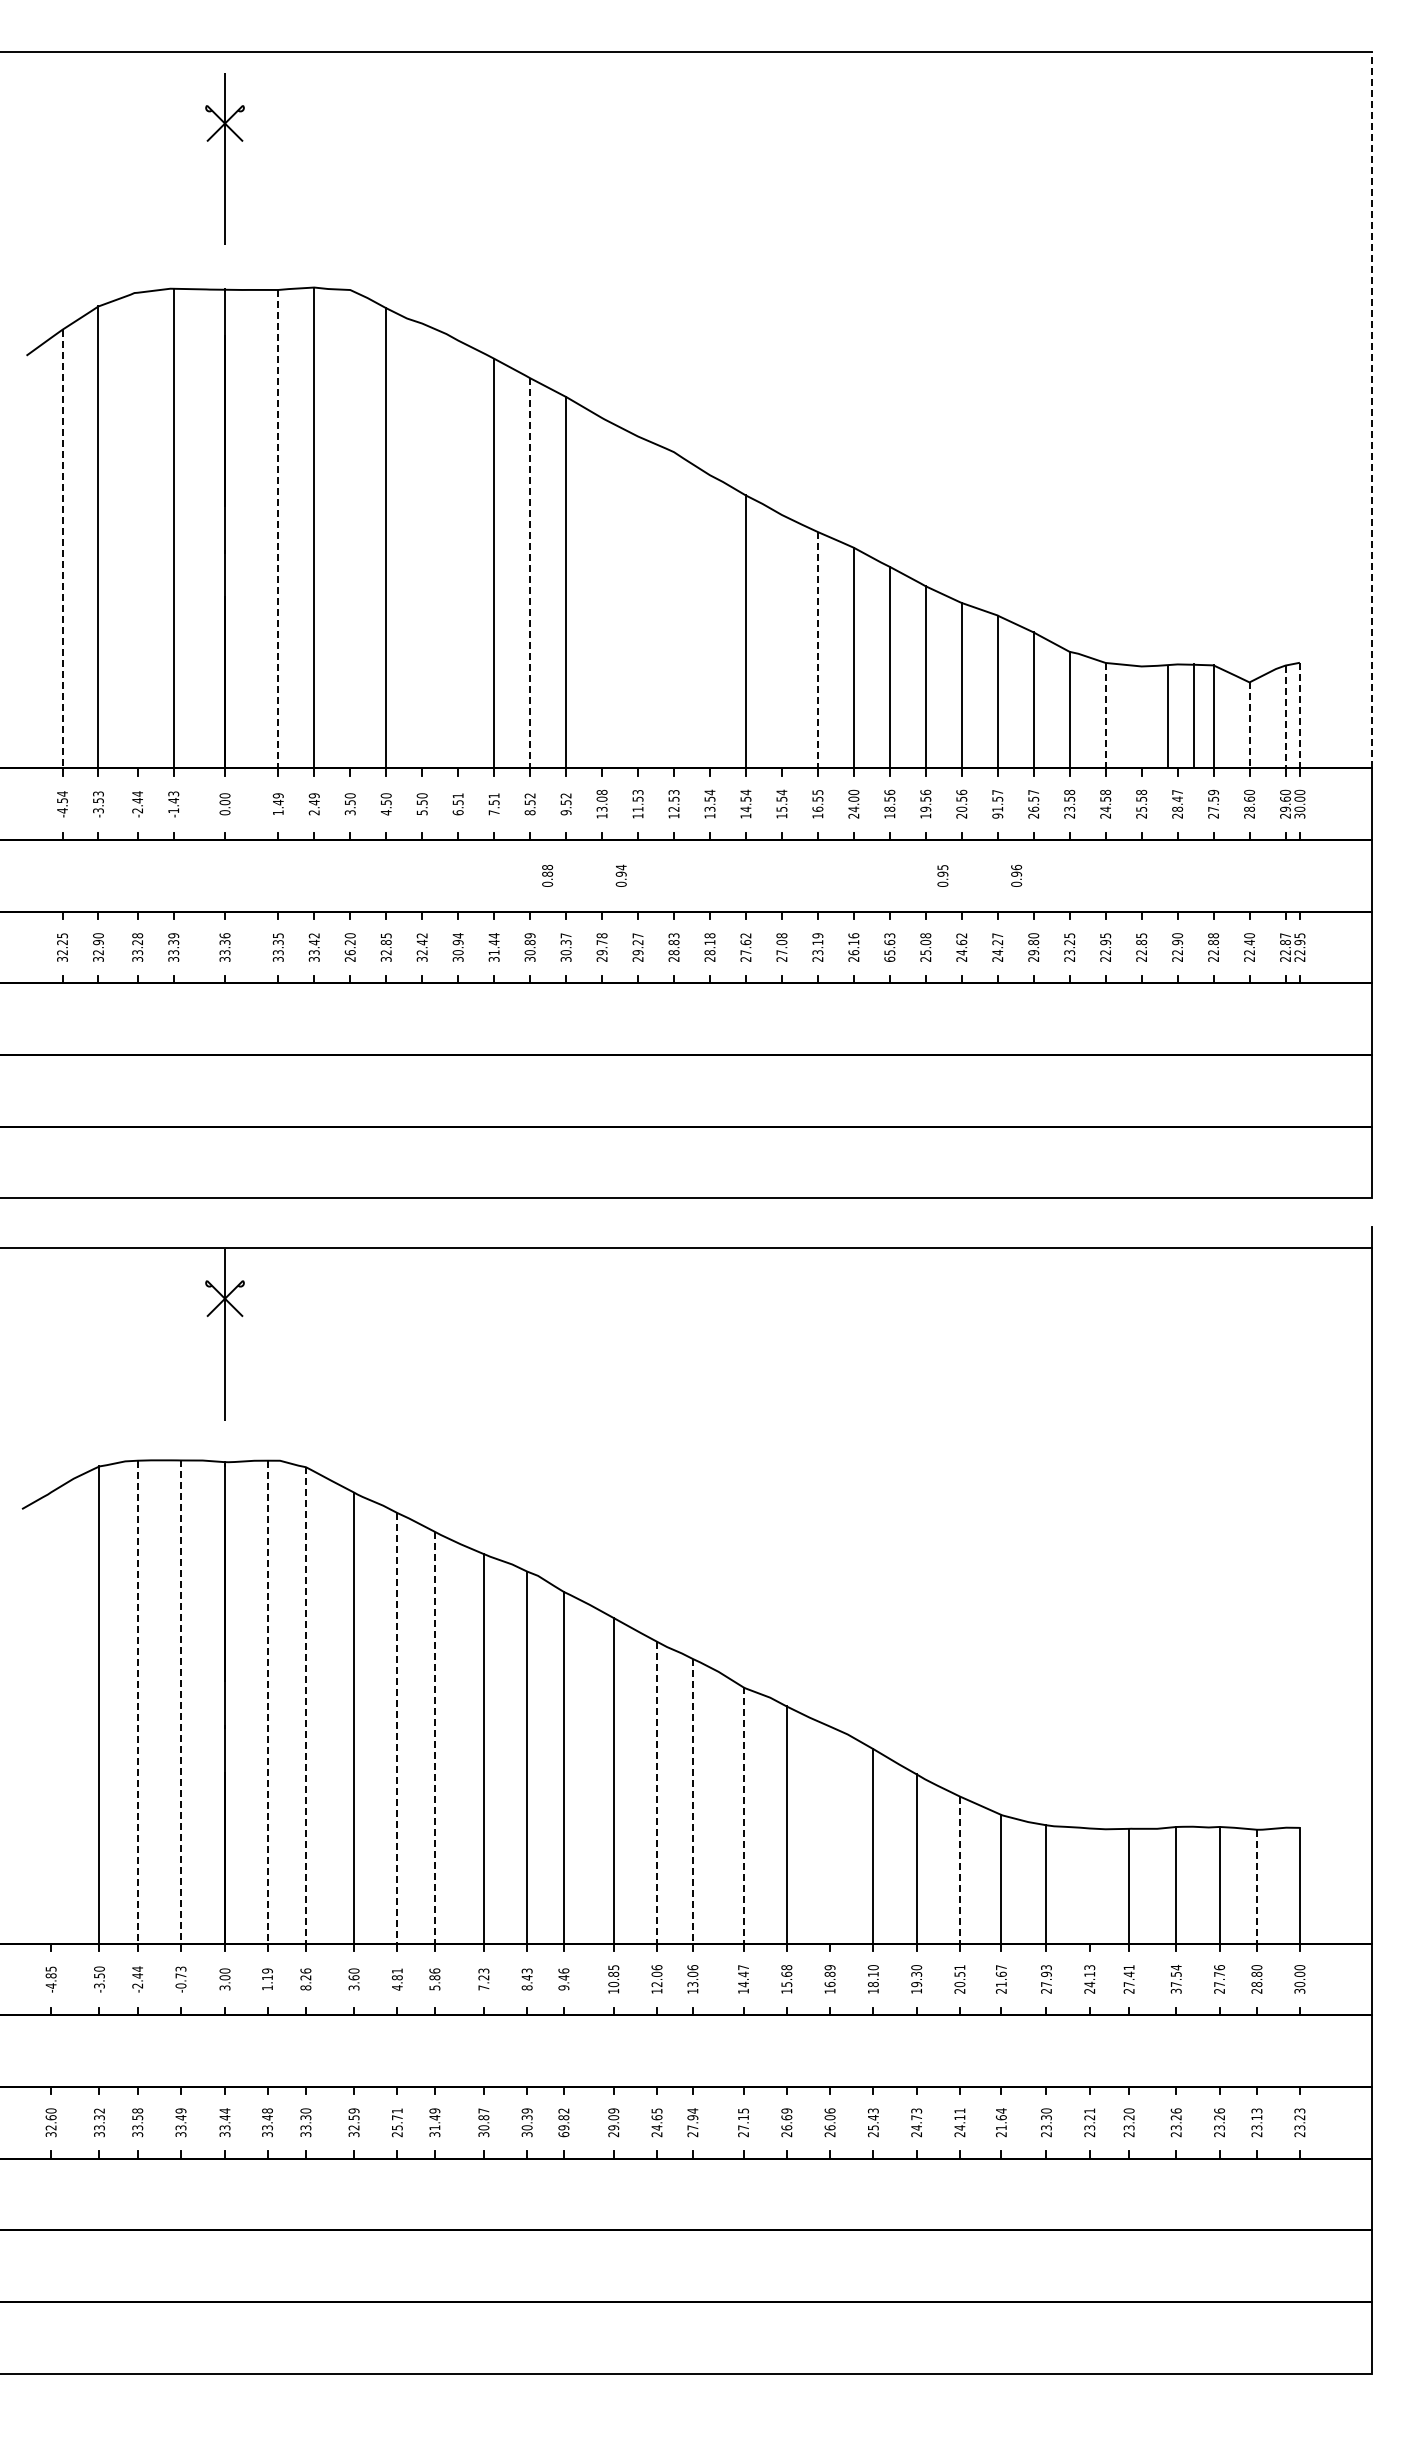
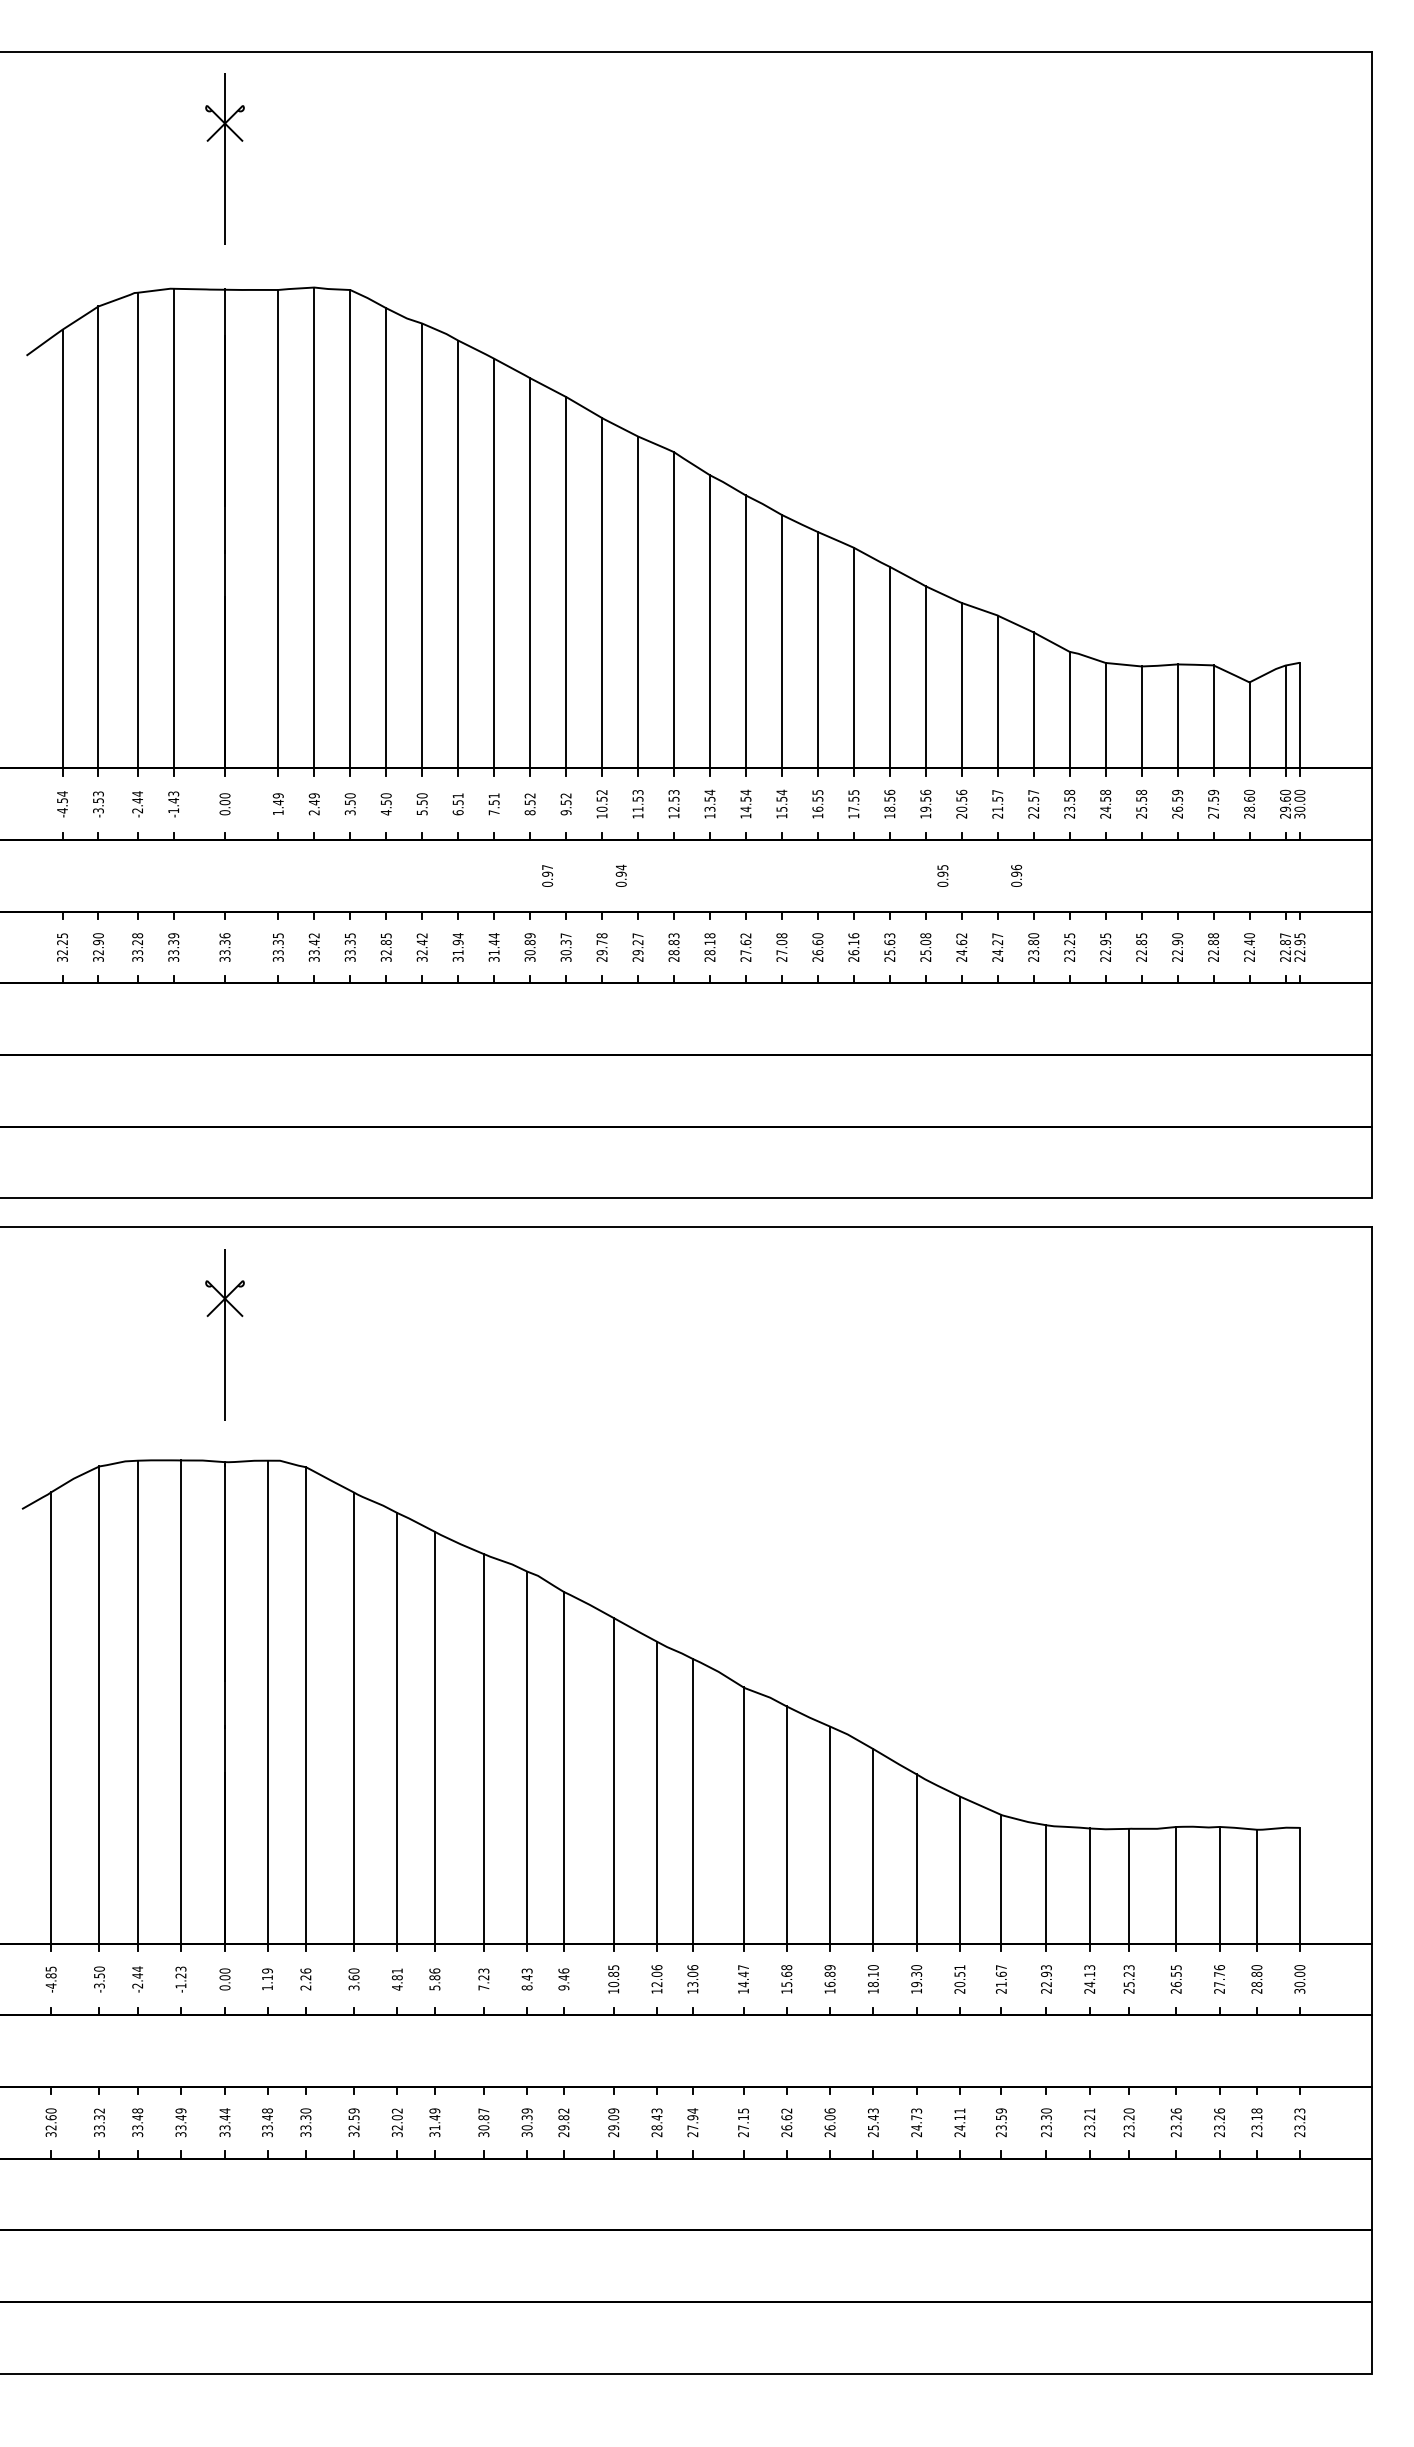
line at (1371, 409): dashed -> solid
line at (278, 529): dashed -> solid
line at (350, 529): none -> present
line at (137, 530): none -> present
line at (422, 545): none -> present
line at (62, 549): dashed -> solid
line at (458, 554): none -> present
line at (530, 573): dashed -> solid
line at (602, 593): none -> present
line at (638, 602): none -> present
line at (674, 610): none -> present
line at (710, 621): none -> present
line at (781, 641): none -> present
line at (817, 650): dashed -> solid
line at (1105, 715): dashed -> solid
line at (1299, 715): dashed -> solid
line at (1193, 716) position: (1193, 716) -> (1177, 716)
line at (1167, 717) position: (1167, 717) -> (1141, 717)
line at (1285, 717): dashed -> solid
line at (1249, 725): dashed -> solid
text at (601, 800): 13.08 -> 10.52
text at (1177, 800): 28.47 -> 26.59
text at (853, 803): 24.00 -> 17.55
text at (1033, 808): 26.57 -> 22.57
text at (997, 815): 91.57 -> 21.57
text at (547, 870): 0.88 -> 0.97
text at (817, 944): 23.19 -> 26.60
text at (349, 947): 26.20 -> 33.35
text at (457, 952): 30.94 -> 31.94
text at (1033, 952): 29.80 -> 23.80
text at (889, 958): 65.63 -> 25.63
line at (686, 1248) position: (686, 1248) -> (686, 1227)
line at (137, 1702): dashed -> solid
line at (181, 1702): dashed -> solid
line at (267, 1702): dashed -> solid
line at (305, 1705): dashed -> solid
line at (51, 1717): none -> present
line at (397, 1728): dashed -> solid
line at (434, 1737): dashed -> solid
line at (657, 1792): dashed -> solid
line at (692, 1801): dashed -> solid
line at (743, 1816): dashed -> solid
line at (830, 1834): none -> present
line at (959, 1870): dashed -> solid
line at (1089, 1885): none -> present
line at (1256, 1886): dashed -> solid
text at (1128, 1975): 27.41 -> 25.23
text at (1175, 1978): 37.54 -> 26.55
text at (180, 1980): -0.73 -> -1.23
text at (1046, 1984): 27.93 -> 22.93
text at (224, 1987): 3.00 -> 0.00
text at (305, 1987): 8.26 -> 2.26
text at (786, 2110): 26.69 -> 26.62
text at (1256, 2110): 23.13 -> 23.18
text at (137, 2117): 33.58 -> 33.48
text at (656, 2119): 24.65 -> 28.43
text at (1000, 2119): 21.64 -> 23.59
text at (396, 2122): 25.71 -> 32.02
text at (563, 2134): 69.82 -> 29.82
